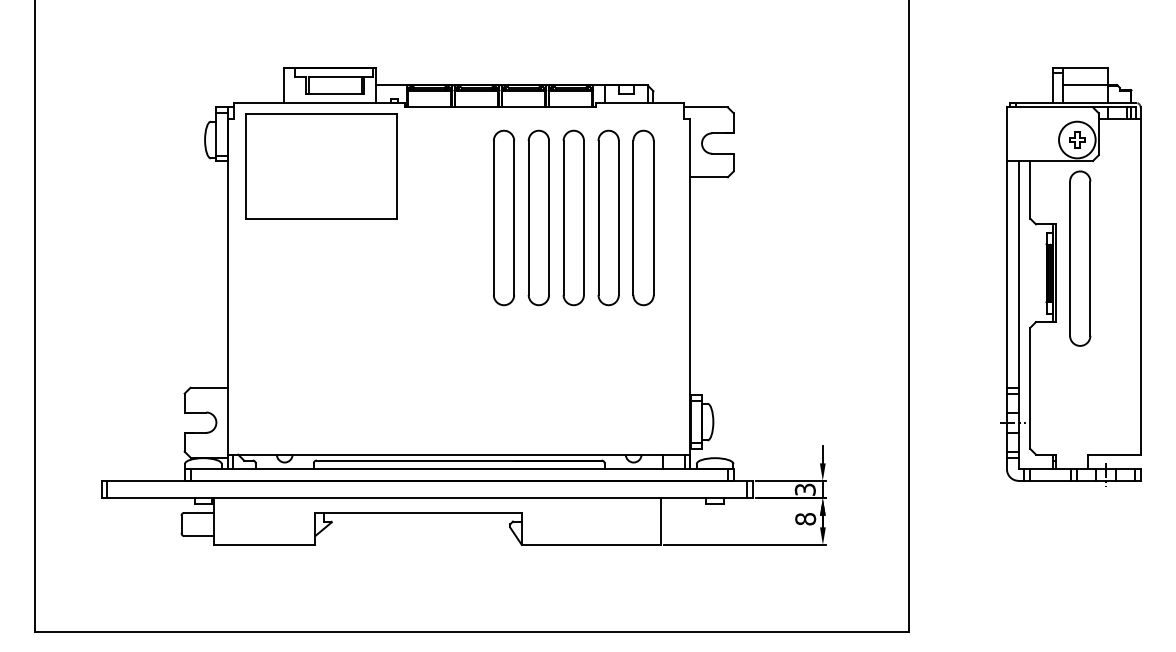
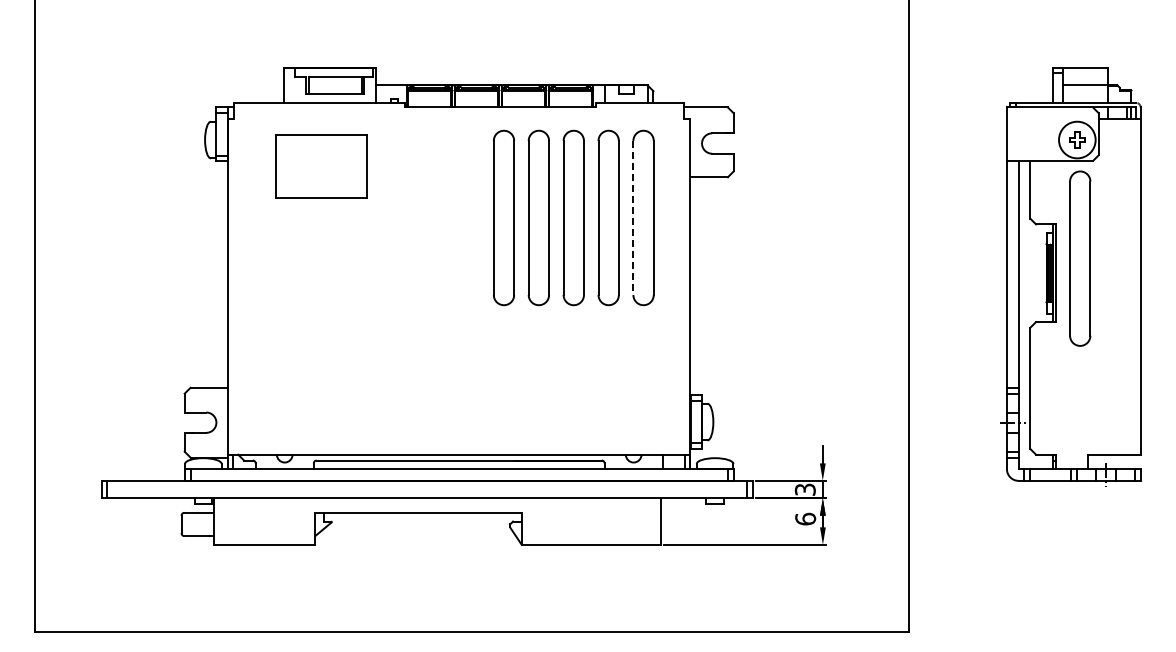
part at (321, 166) size: 153x107 px -> 93x65 px
line at (633, 218): solid -> dashed
text at (805, 518): 8 -> 6
